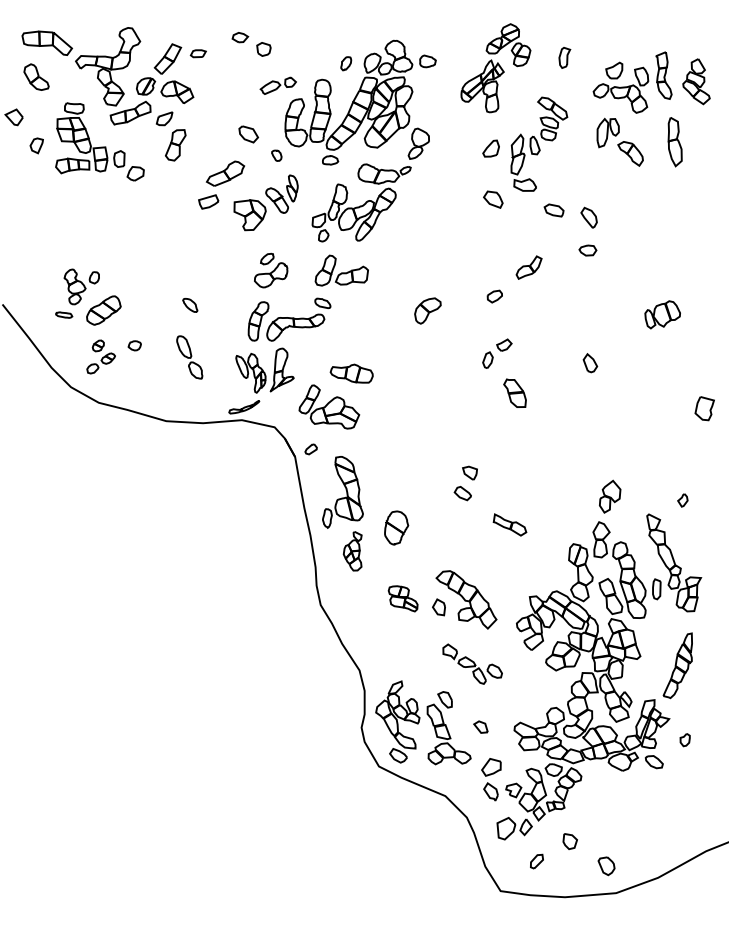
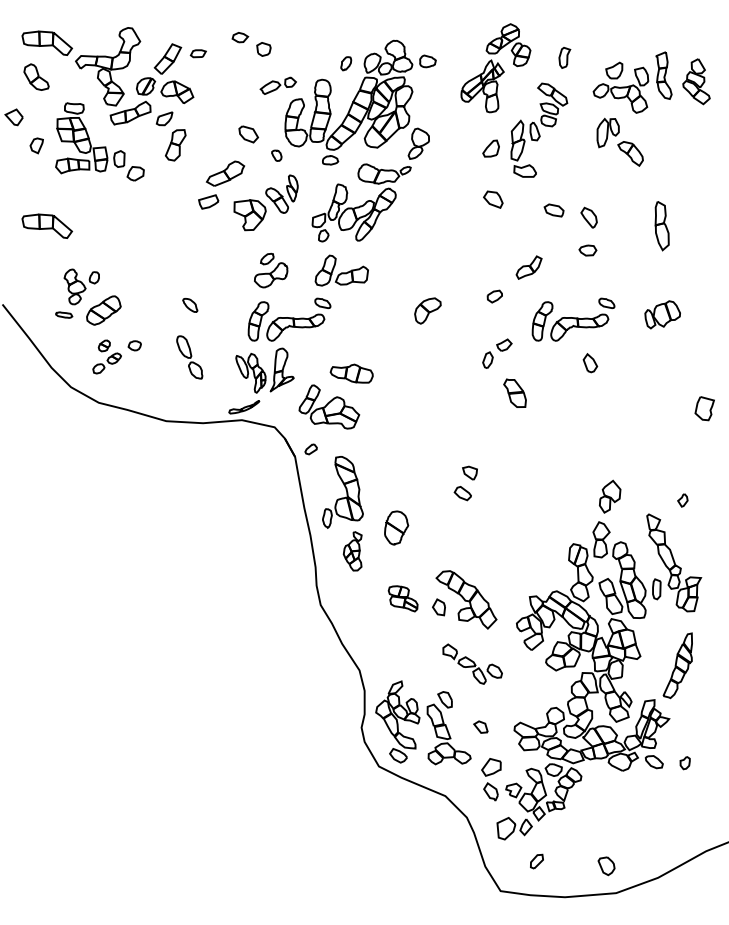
part at (674, 142) position: (674, 142) -> (661, 226)
part at (539, 143) position: (539, 143) -> (539, 129)
part at (47, 225): none -> present
part at (573, 319): none -> present
part at (100, 356) position: (100, 356) -> (106, 356)
part at (509, 524): present -> none
part at (684, 740) position: (684, 740) -> (684, 763)
part at (569, 841): present -> none
